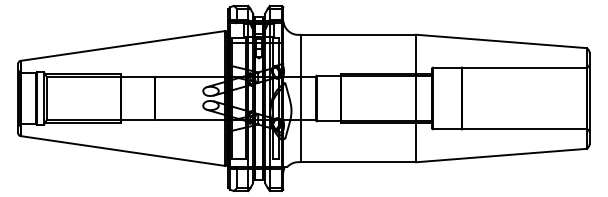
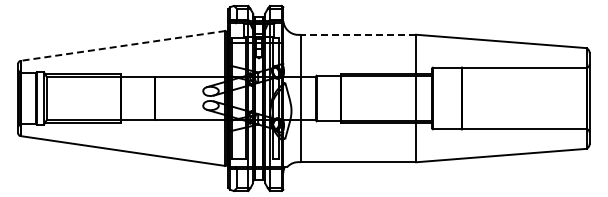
line at (358, 34): solid -> dashed
line at (123, 45): solid -> dashed
